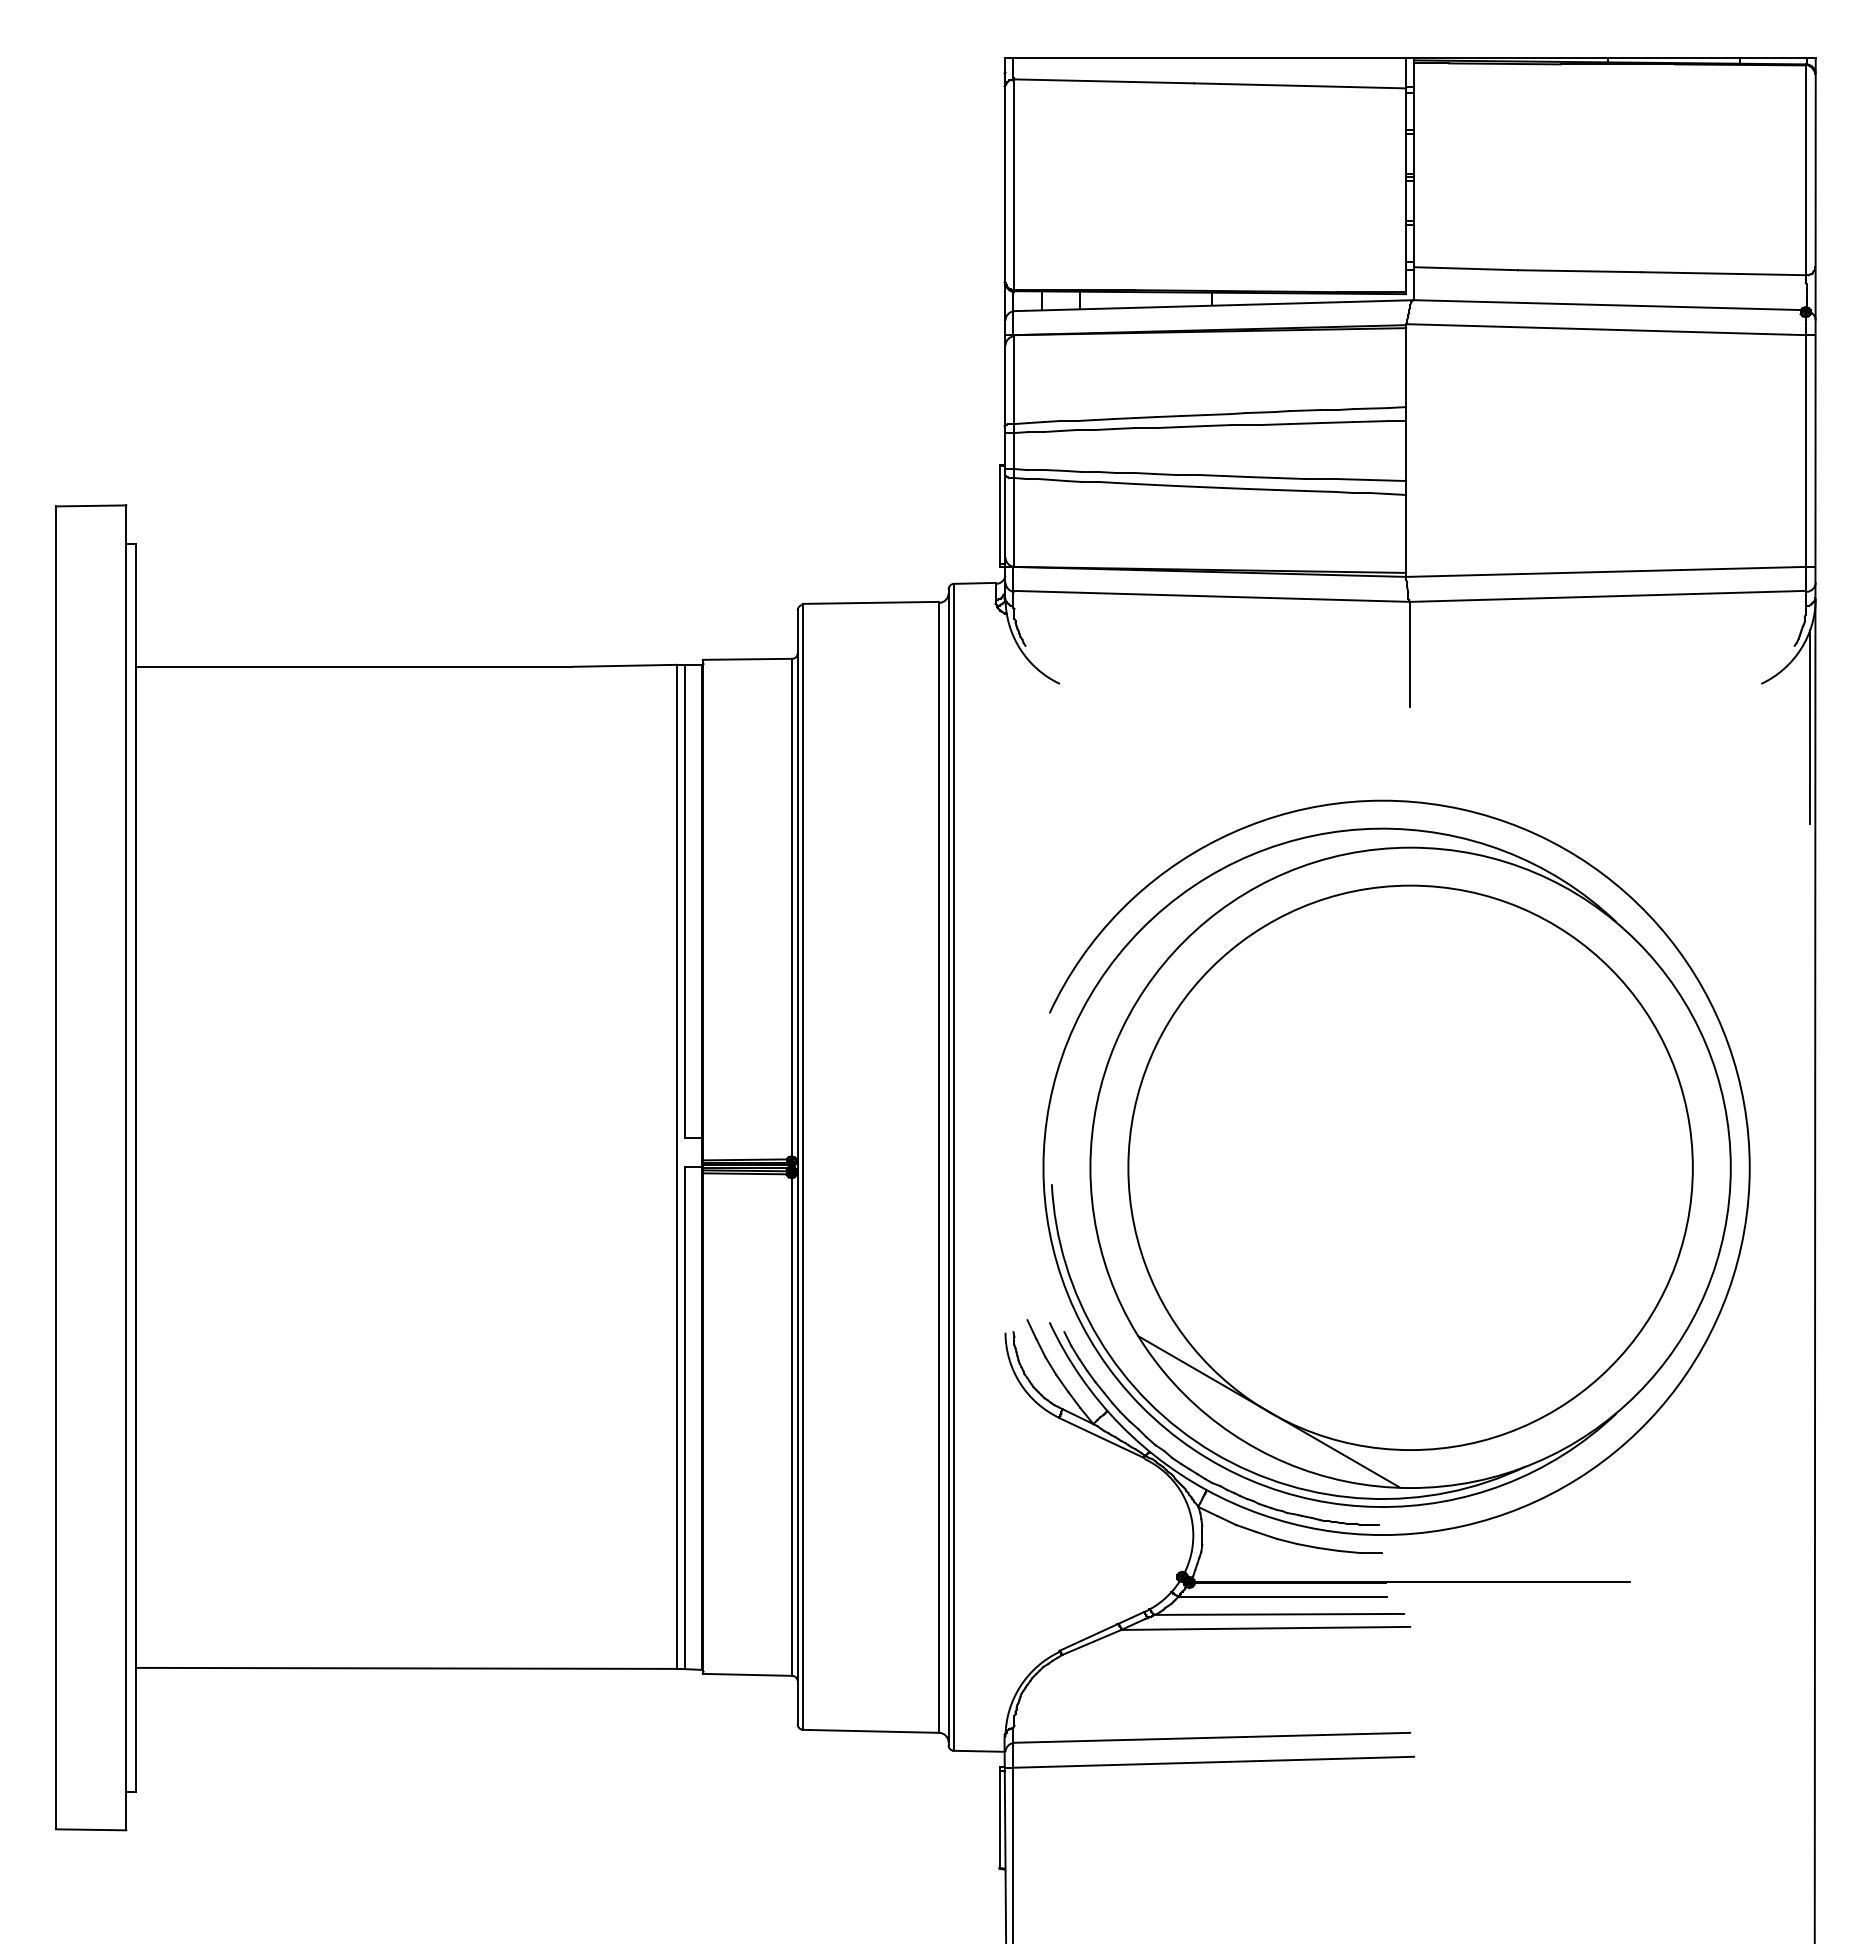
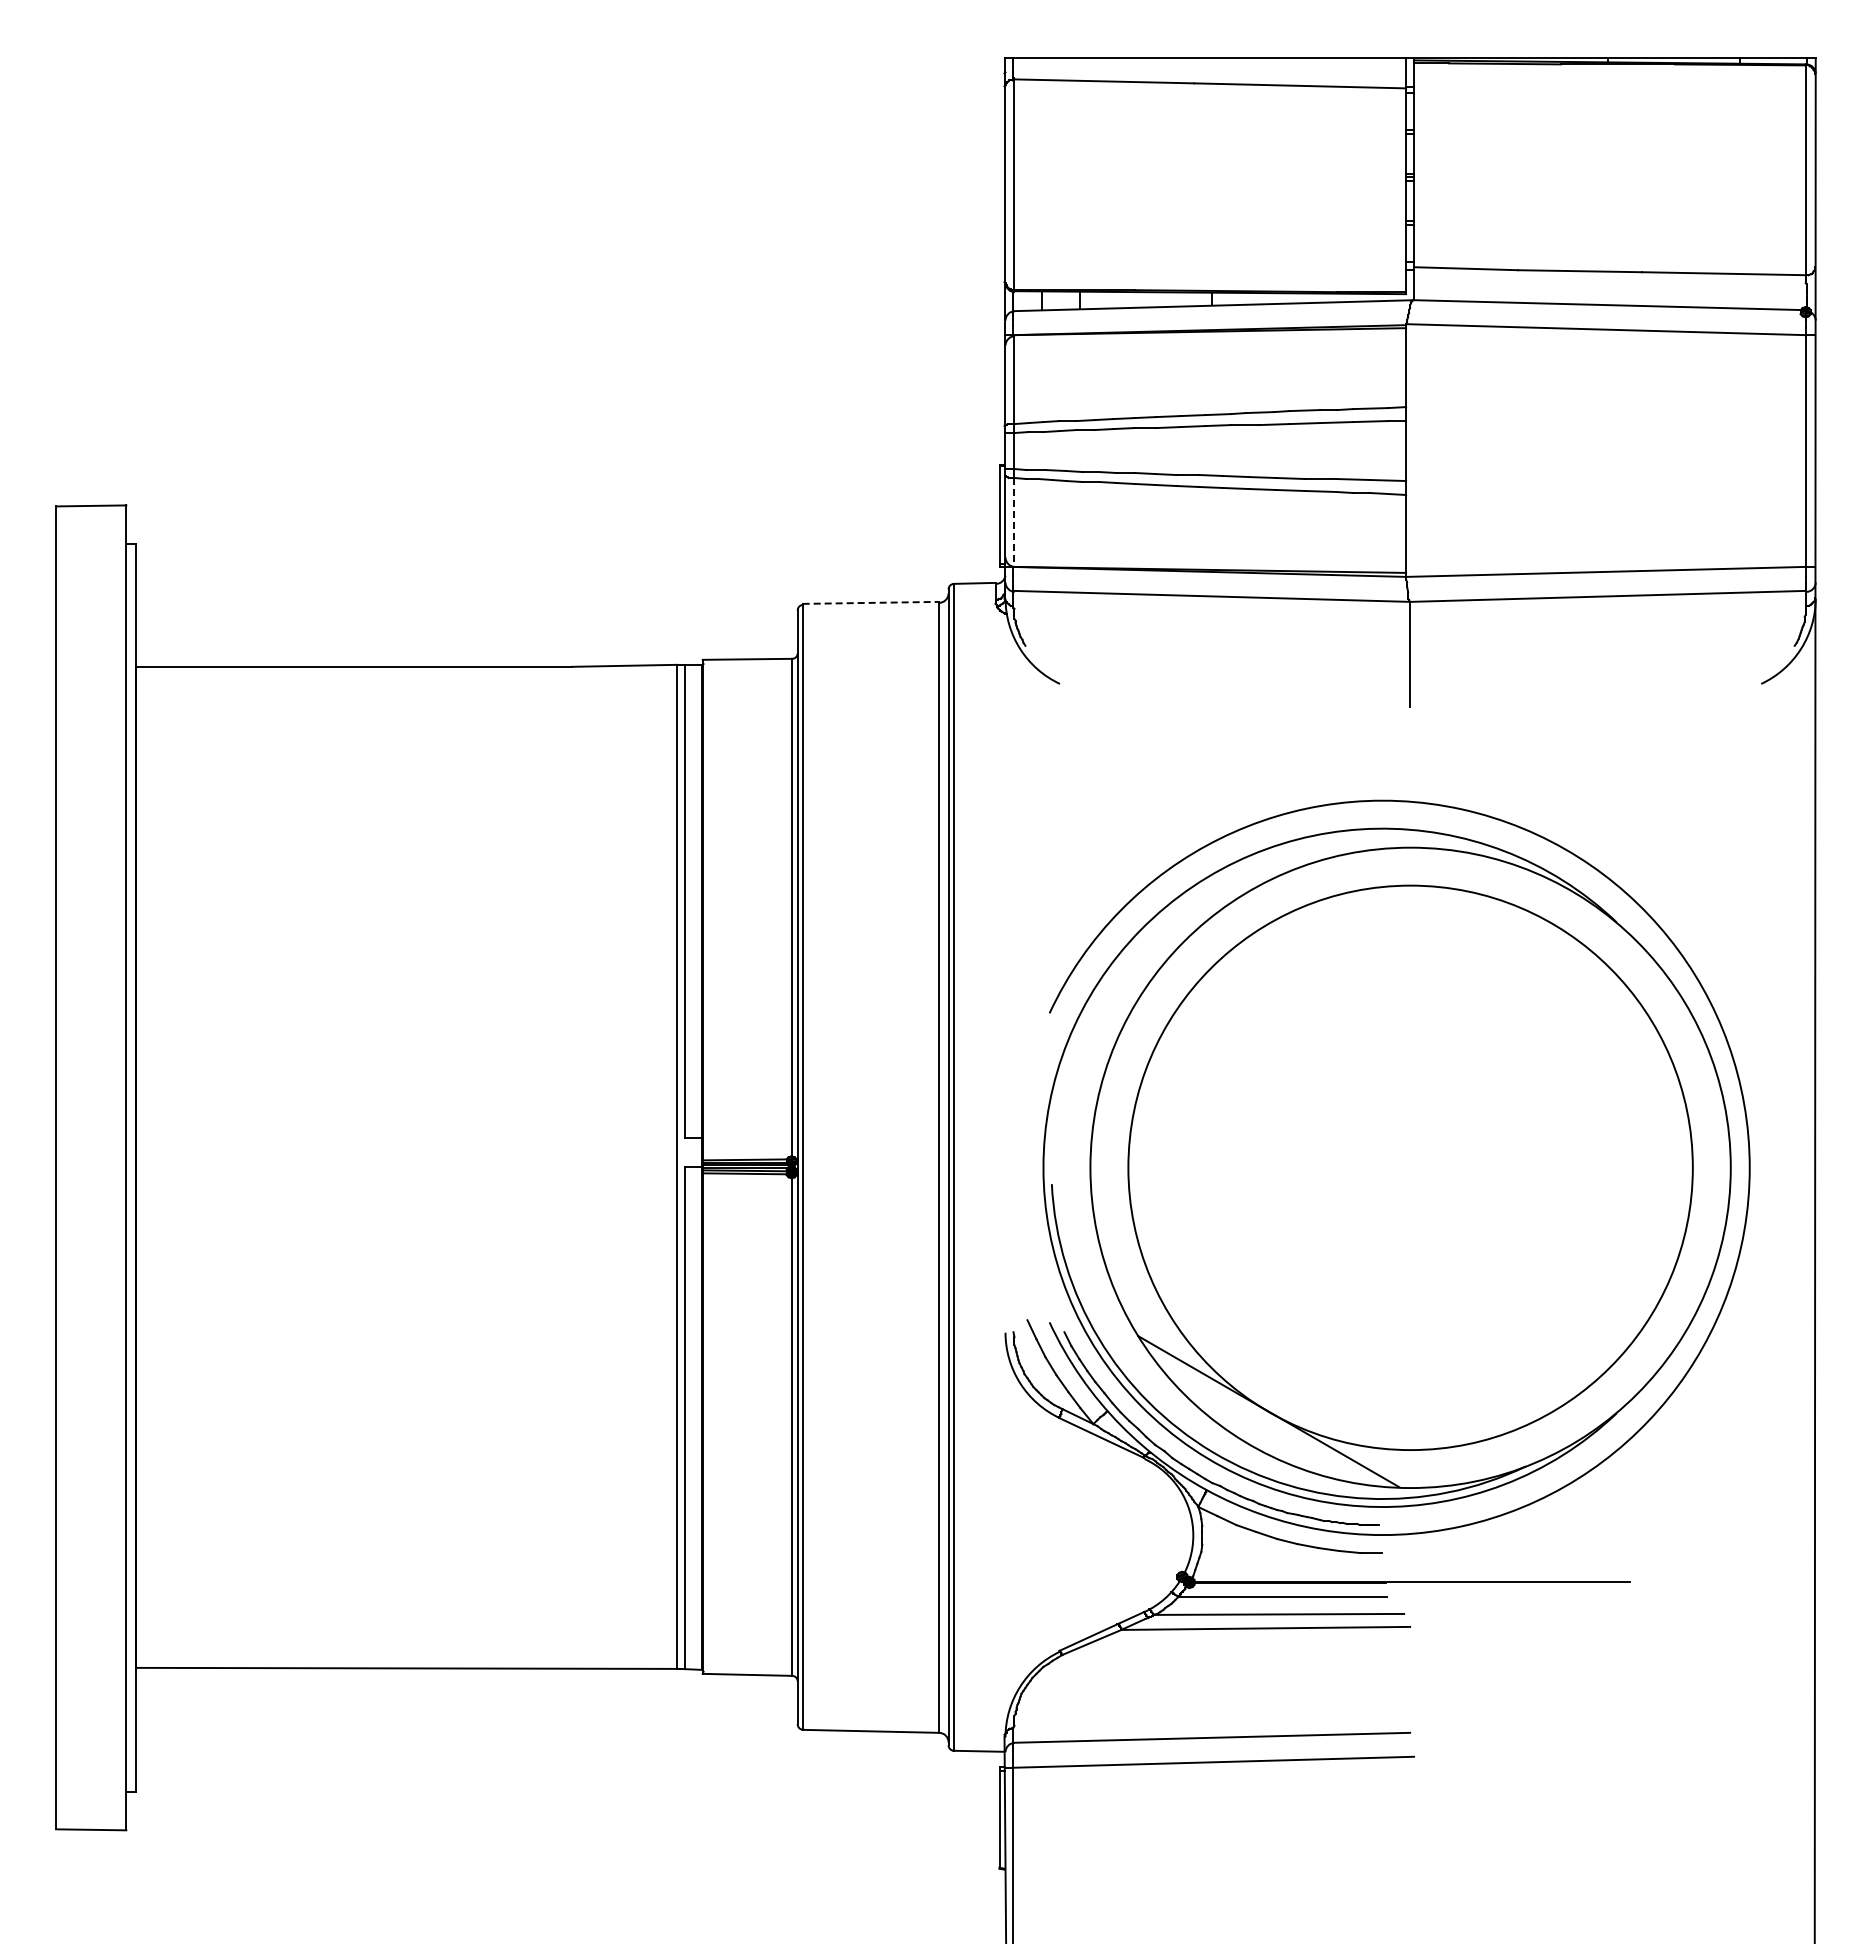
line at (1014, 522): solid -> dashed
line at (870, 602): solid -> dashed
line at (1809, 726): present -> none
